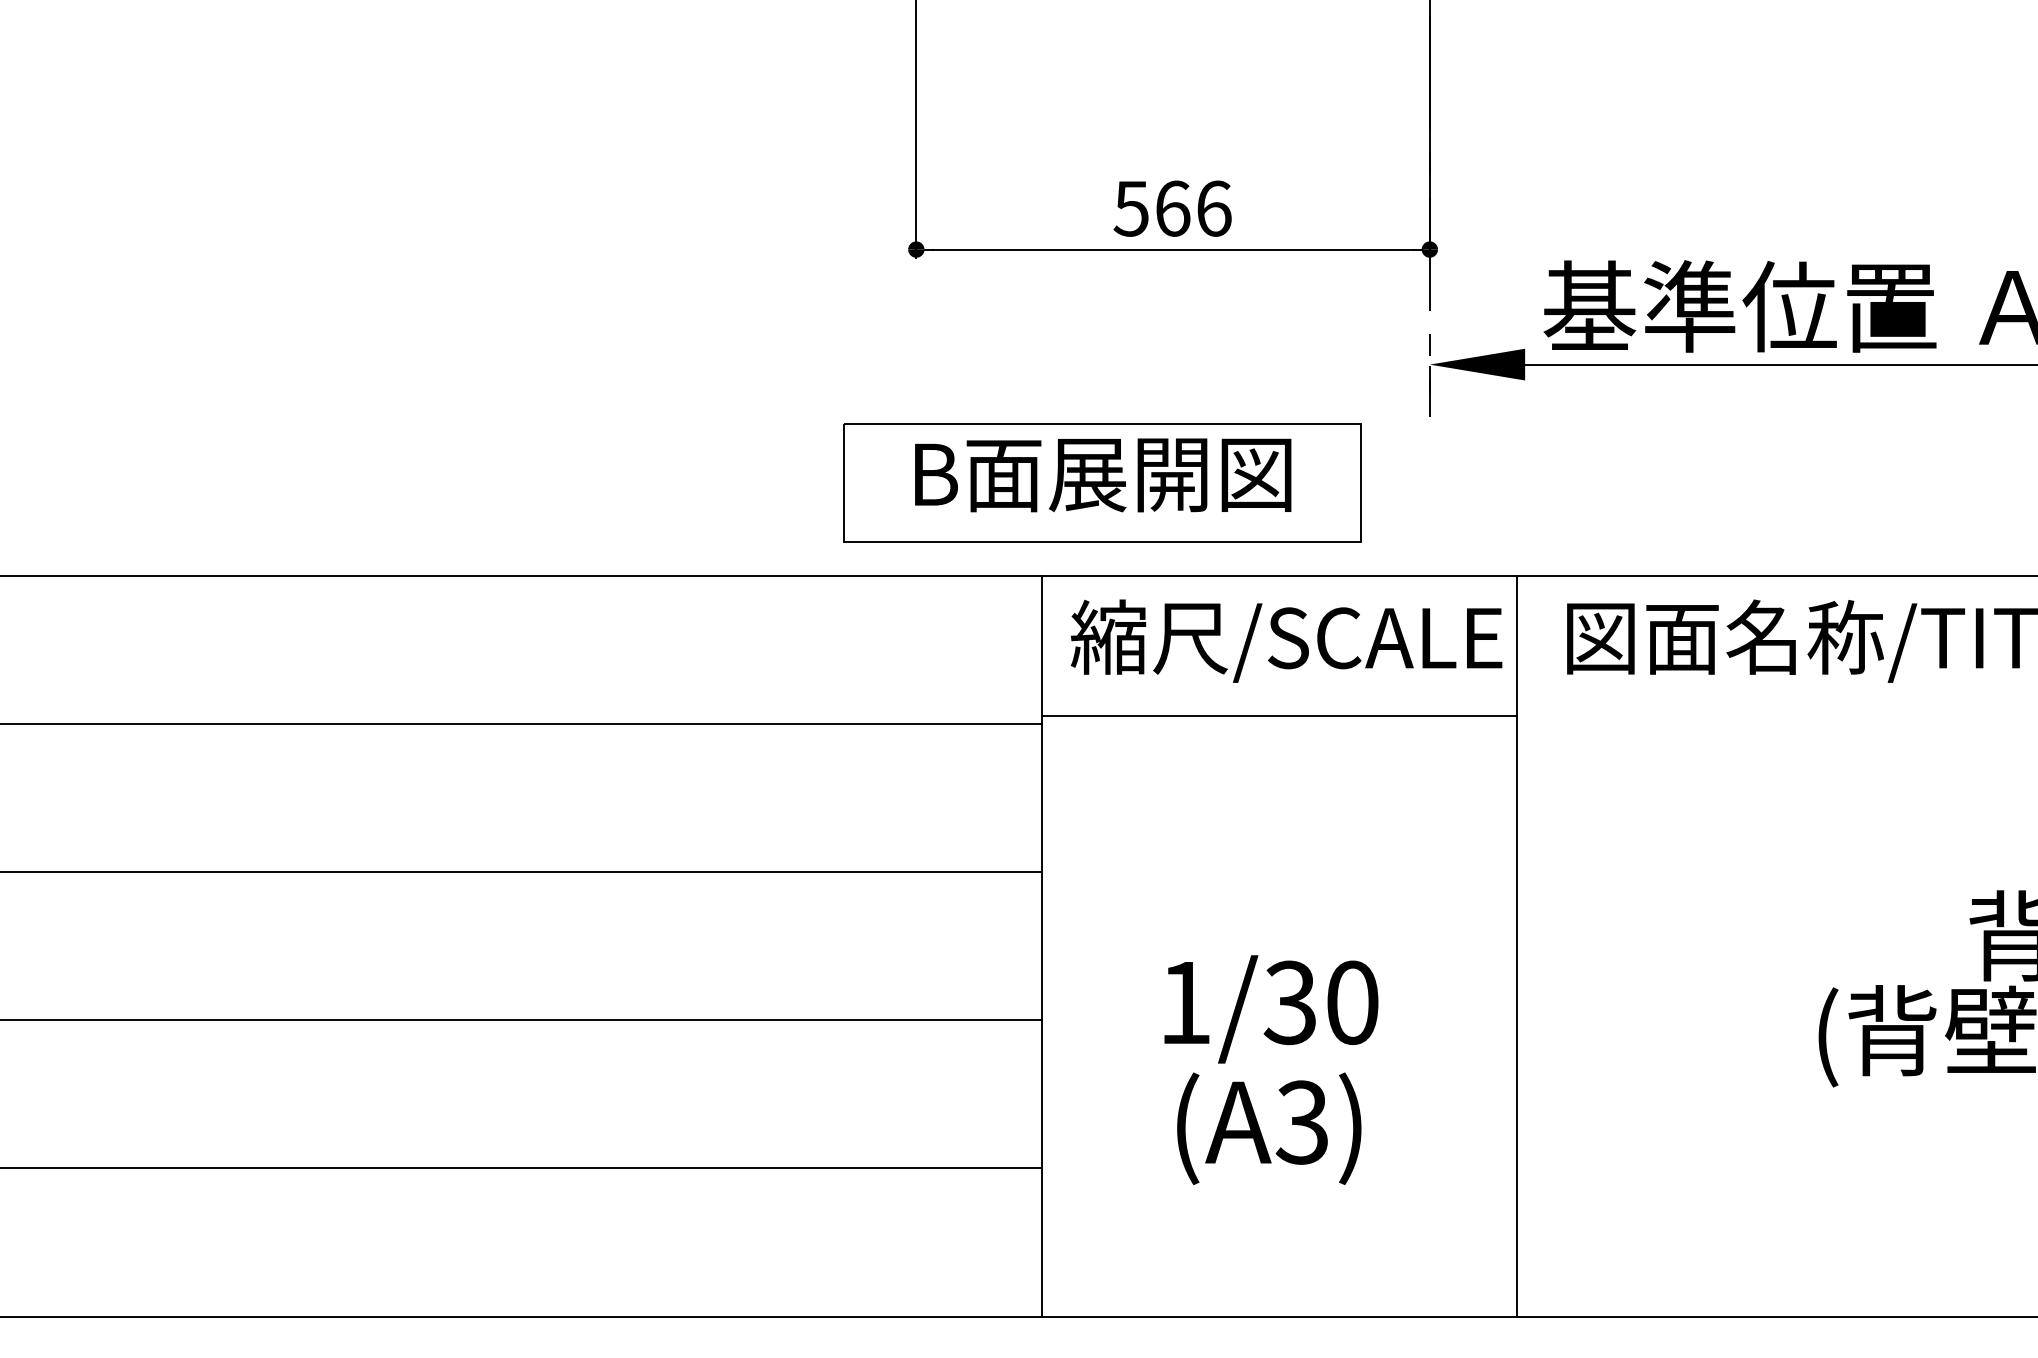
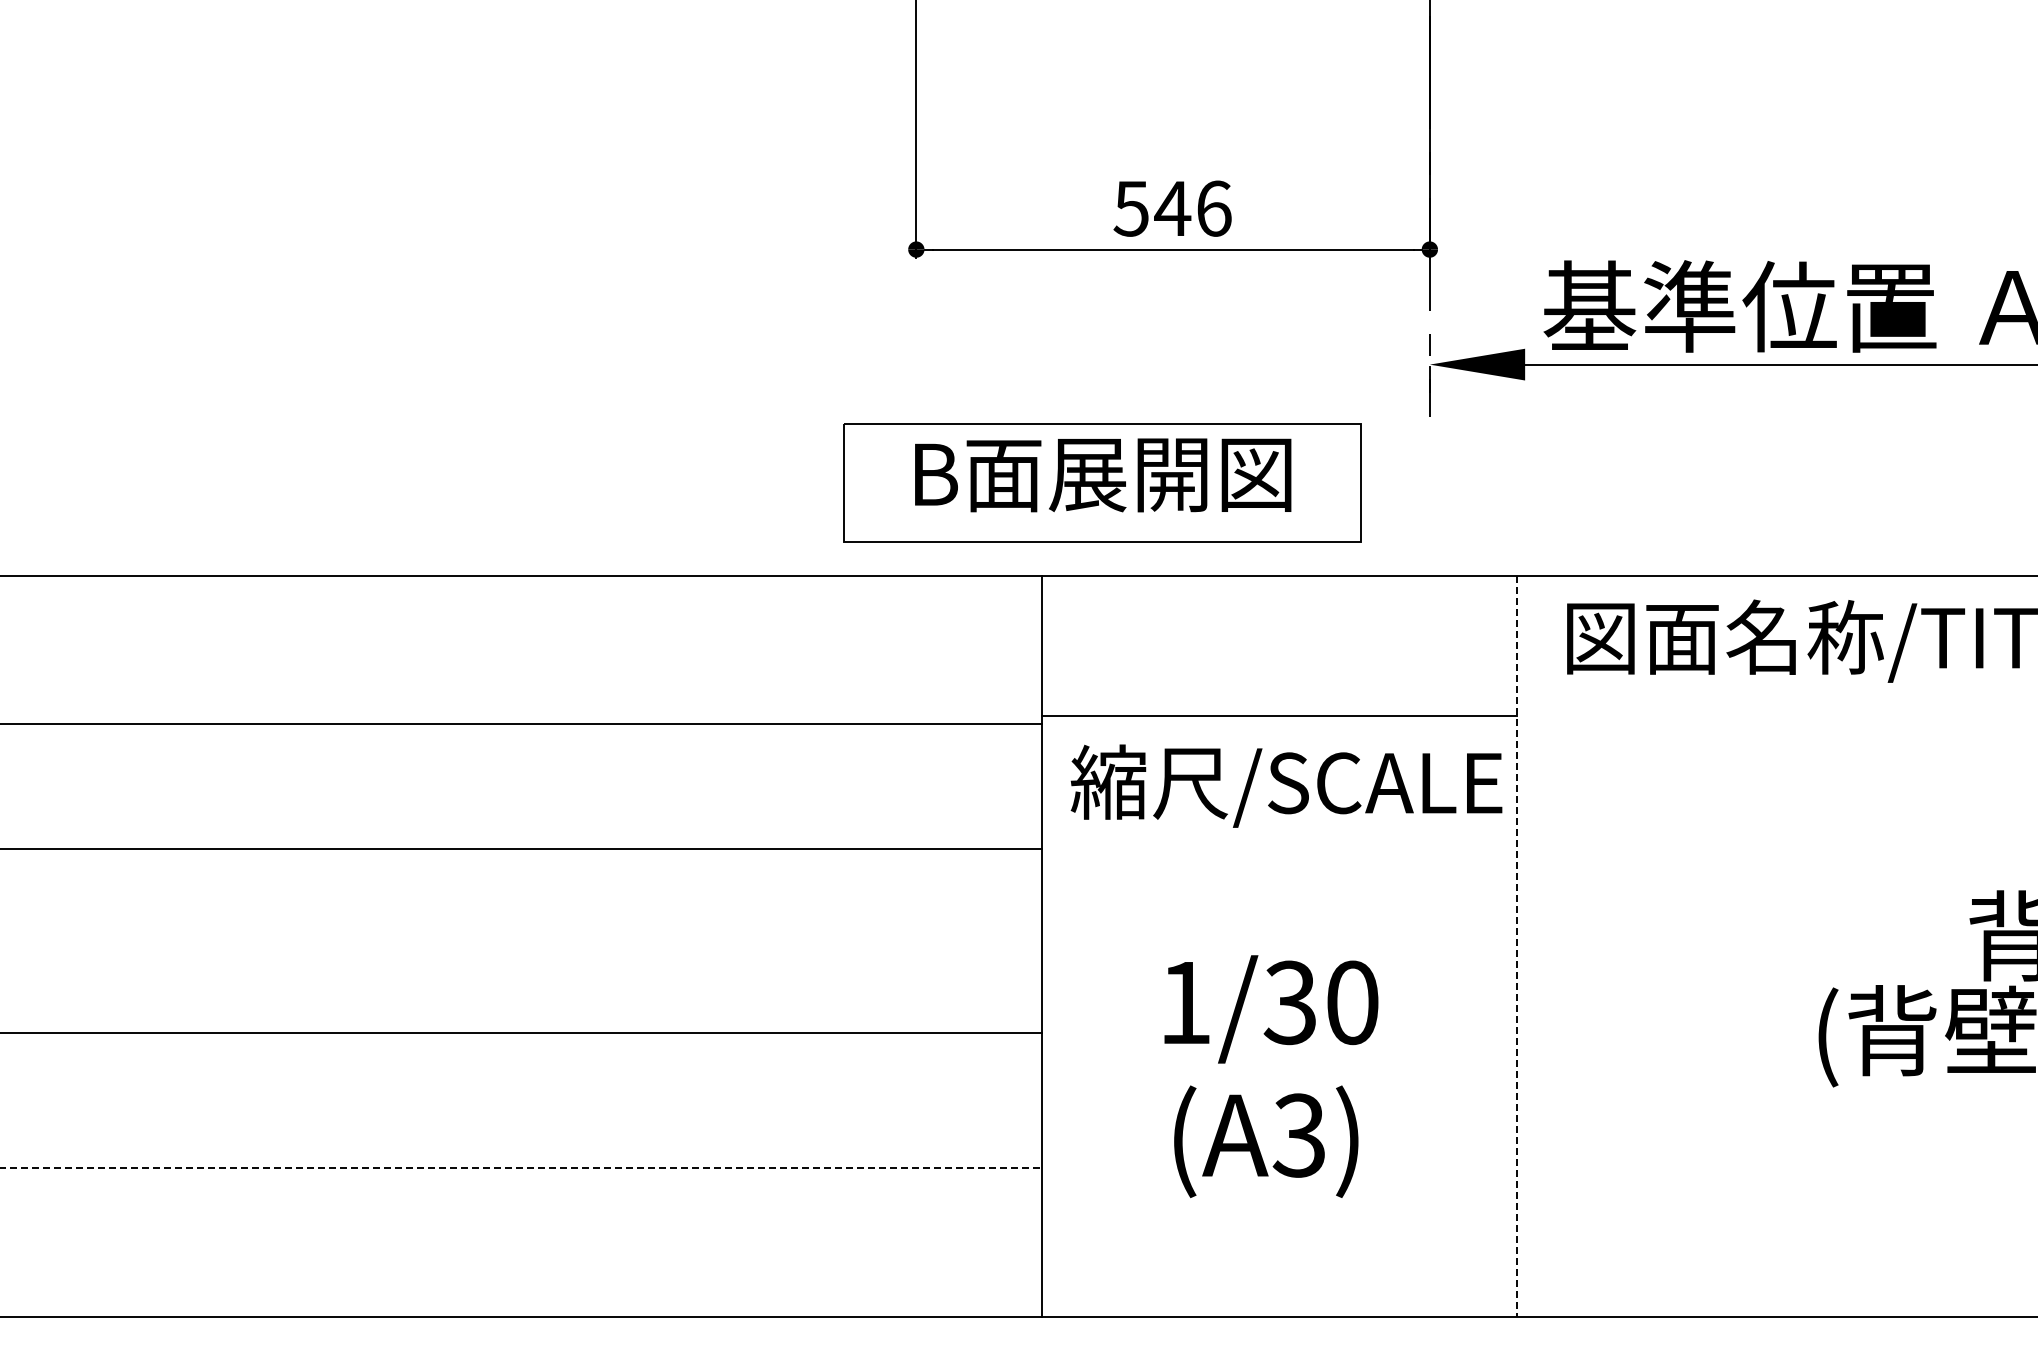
text at (1172, 208): 566 -> 546
text at (1286, 640) position: (1286, 640) -> (1286, 785)
line at (522, 871) position: (522, 871) -> (522, 848)
line at (1517, 946): solid -> dashed
line at (522, 1019) position: (522, 1019) -> (522, 1032)
text at (1269, 1128) position: (1269, 1128) -> (1266, 1141)
line at (521, 1168): solid -> dashed
